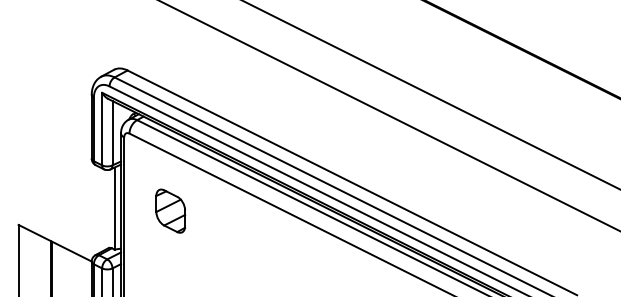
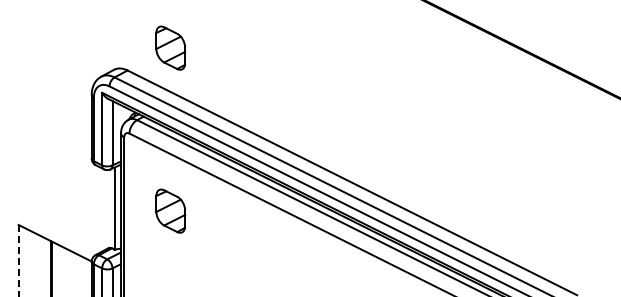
part at (170, 47): none -> present
line at (431, 95): present -> none
line at (389, 115): present -> none
line at (18, 260): solid -> dashed
